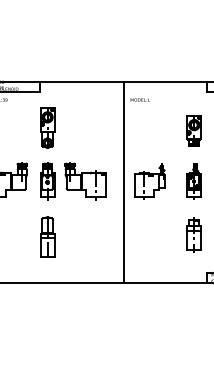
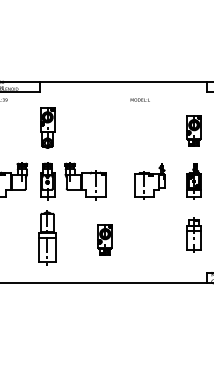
line at (123, 182): present -> none
part at (47, 236) size: 16x42 px -> 19x56 px
part at (104, 239): none -> present
